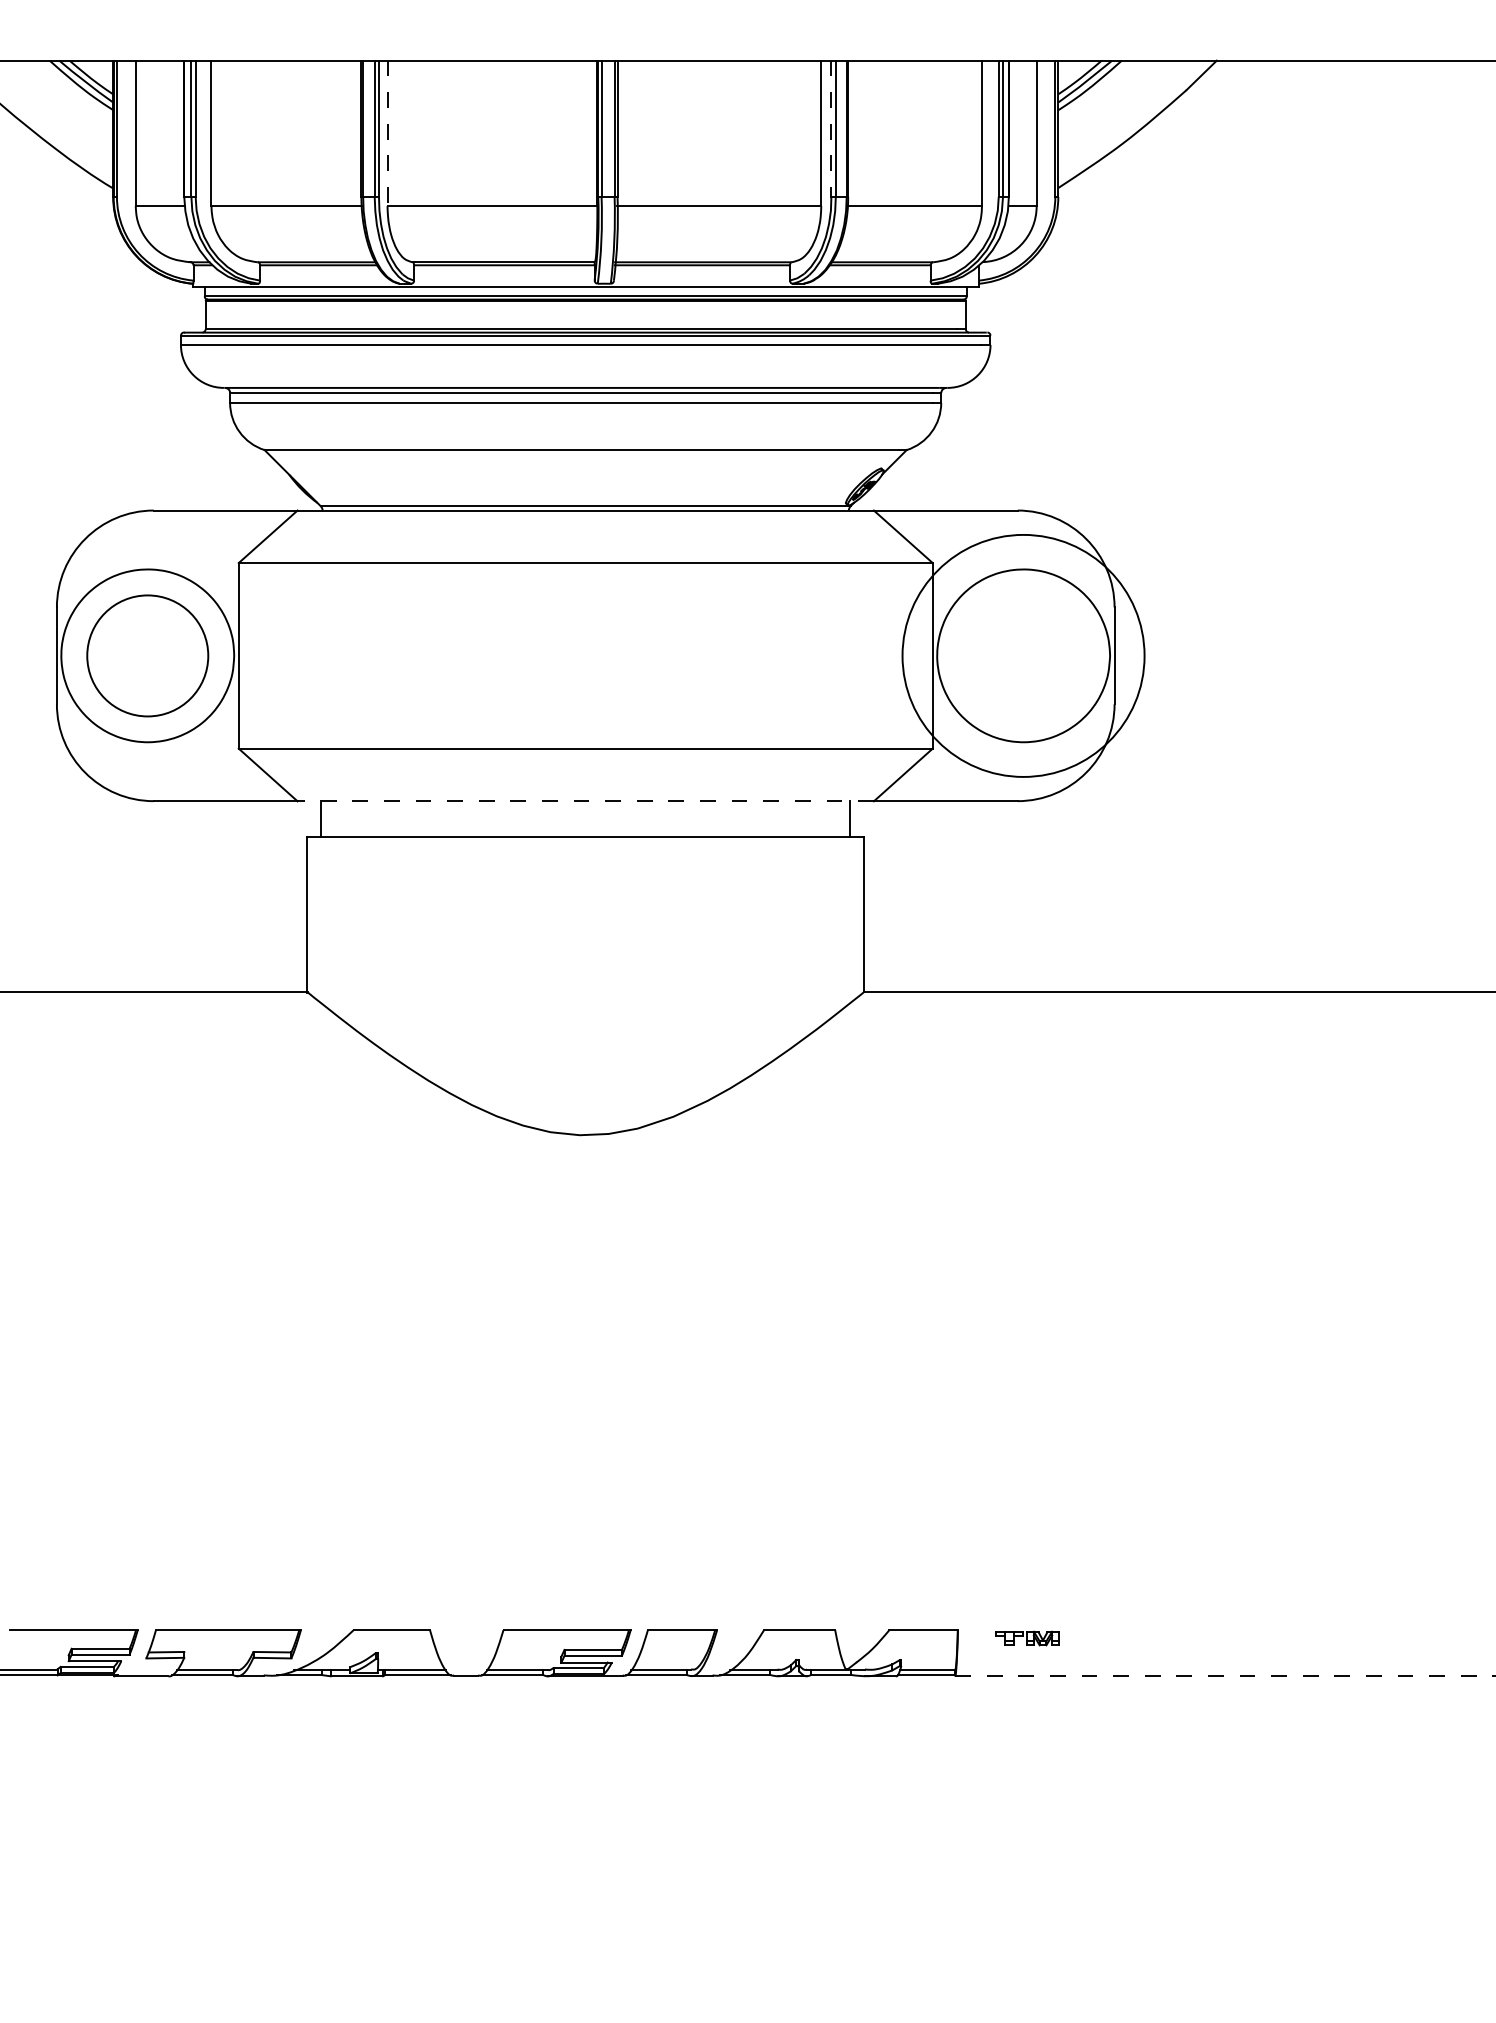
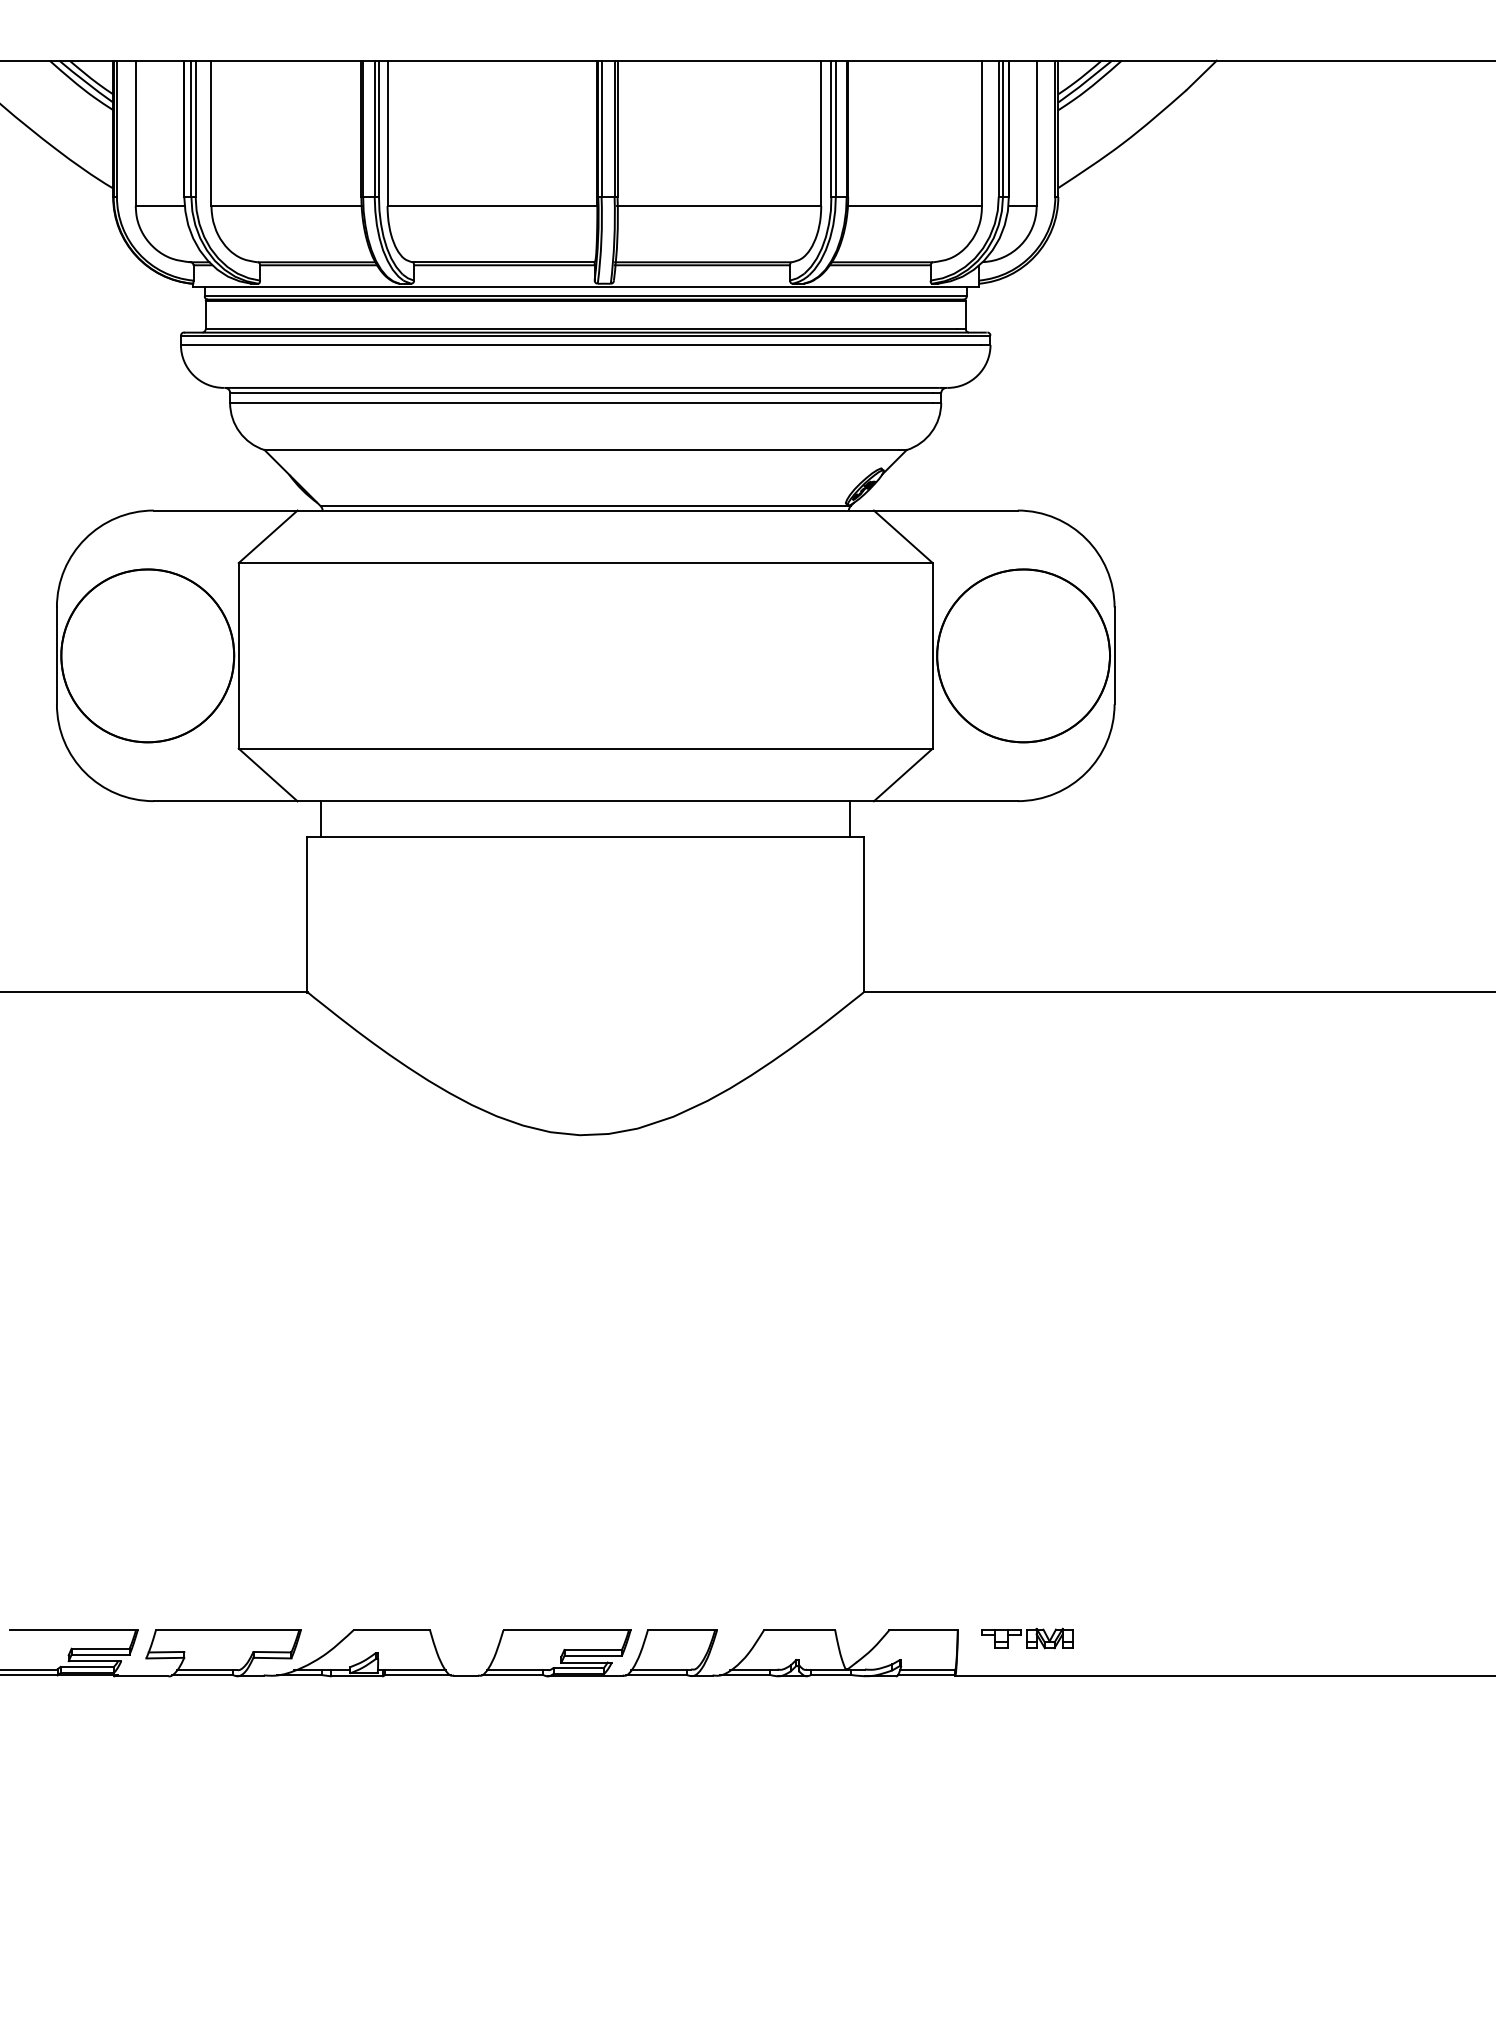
line at (831, 129): dashed -> solid
line at (387, 133): dashed -> solid
circle at (147, 655) diameter: 121 px -> 173 px
circle at (1023, 655) diameter: 242 px -> 173 px
line at (585, 801): dashed -> solid
part at (1027, 1638) size: 65x17 px -> 93x23 px
line at (1225, 1676): dashed -> solid
